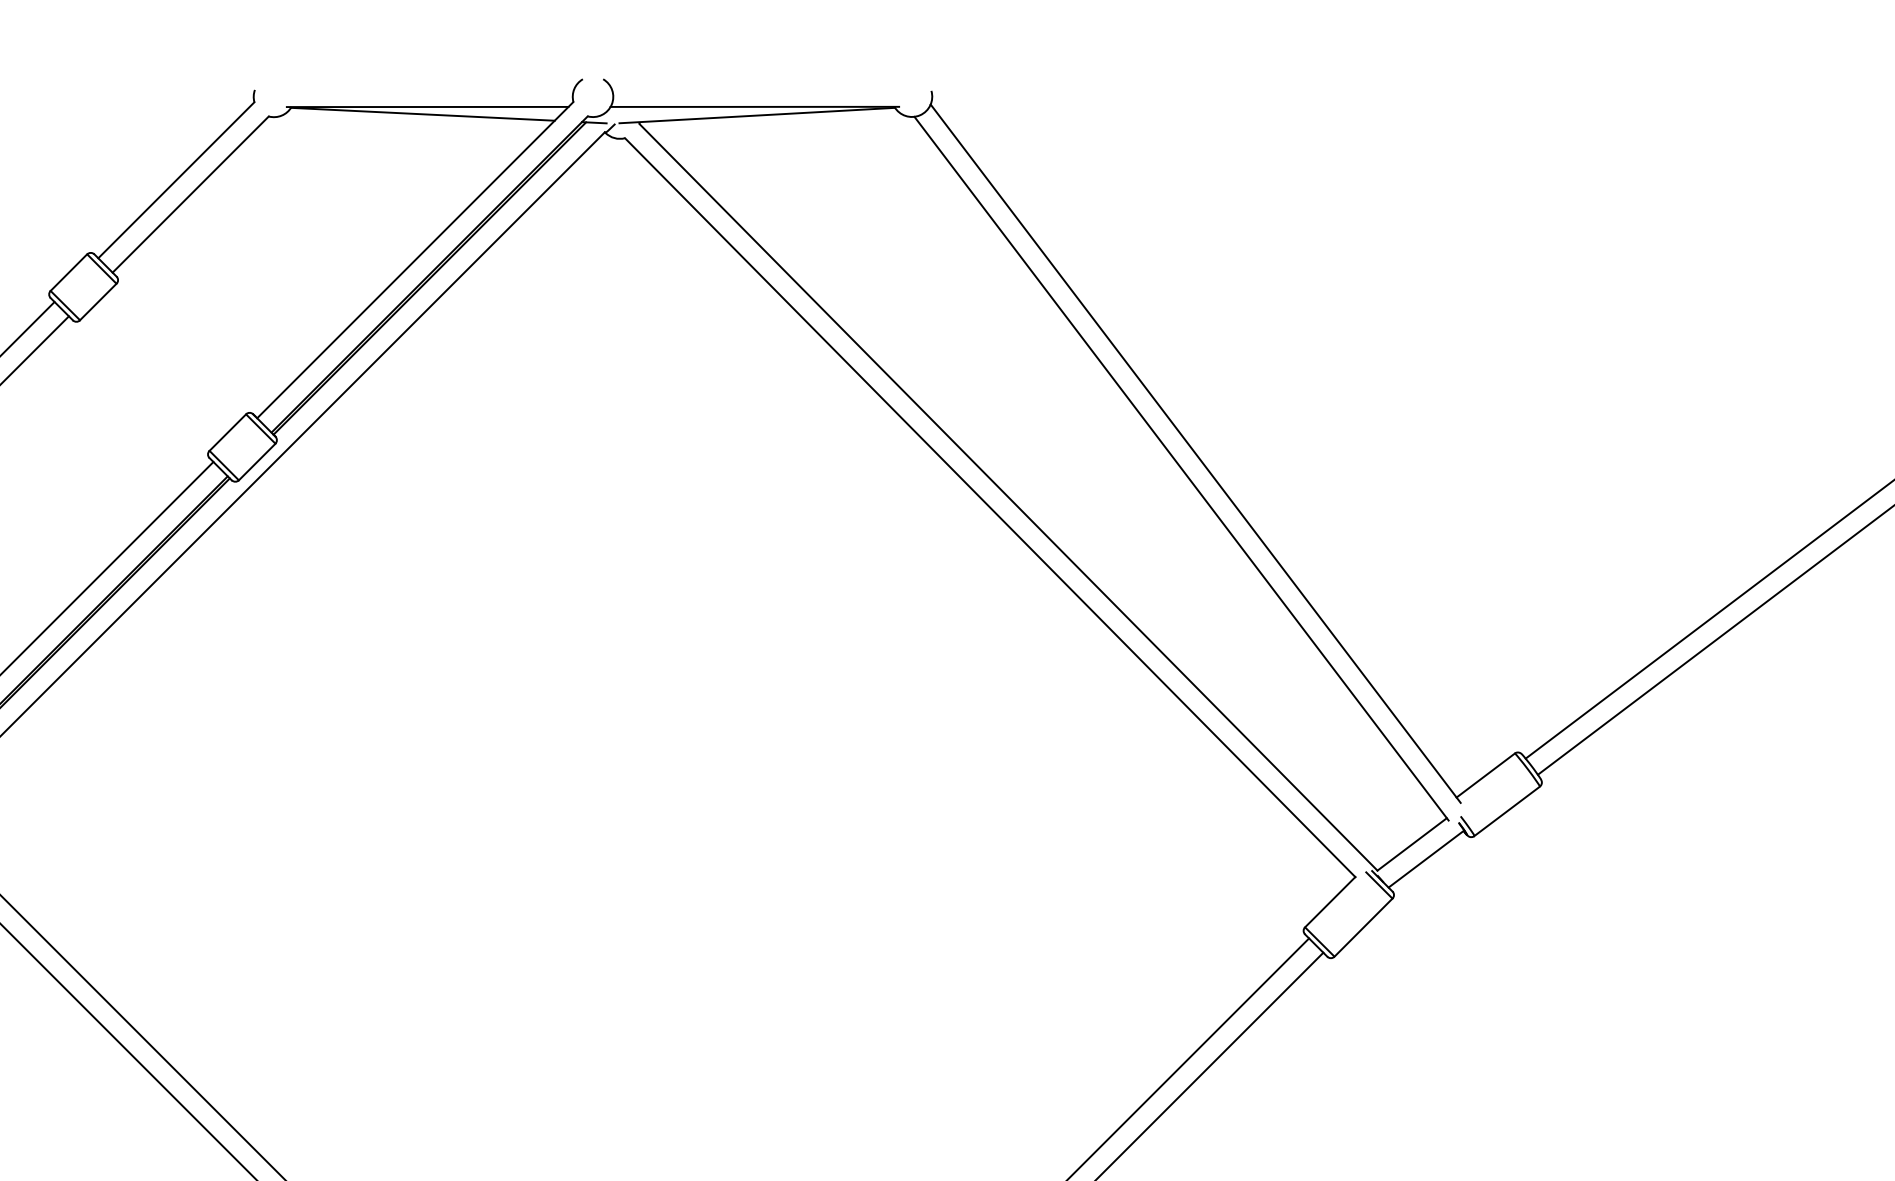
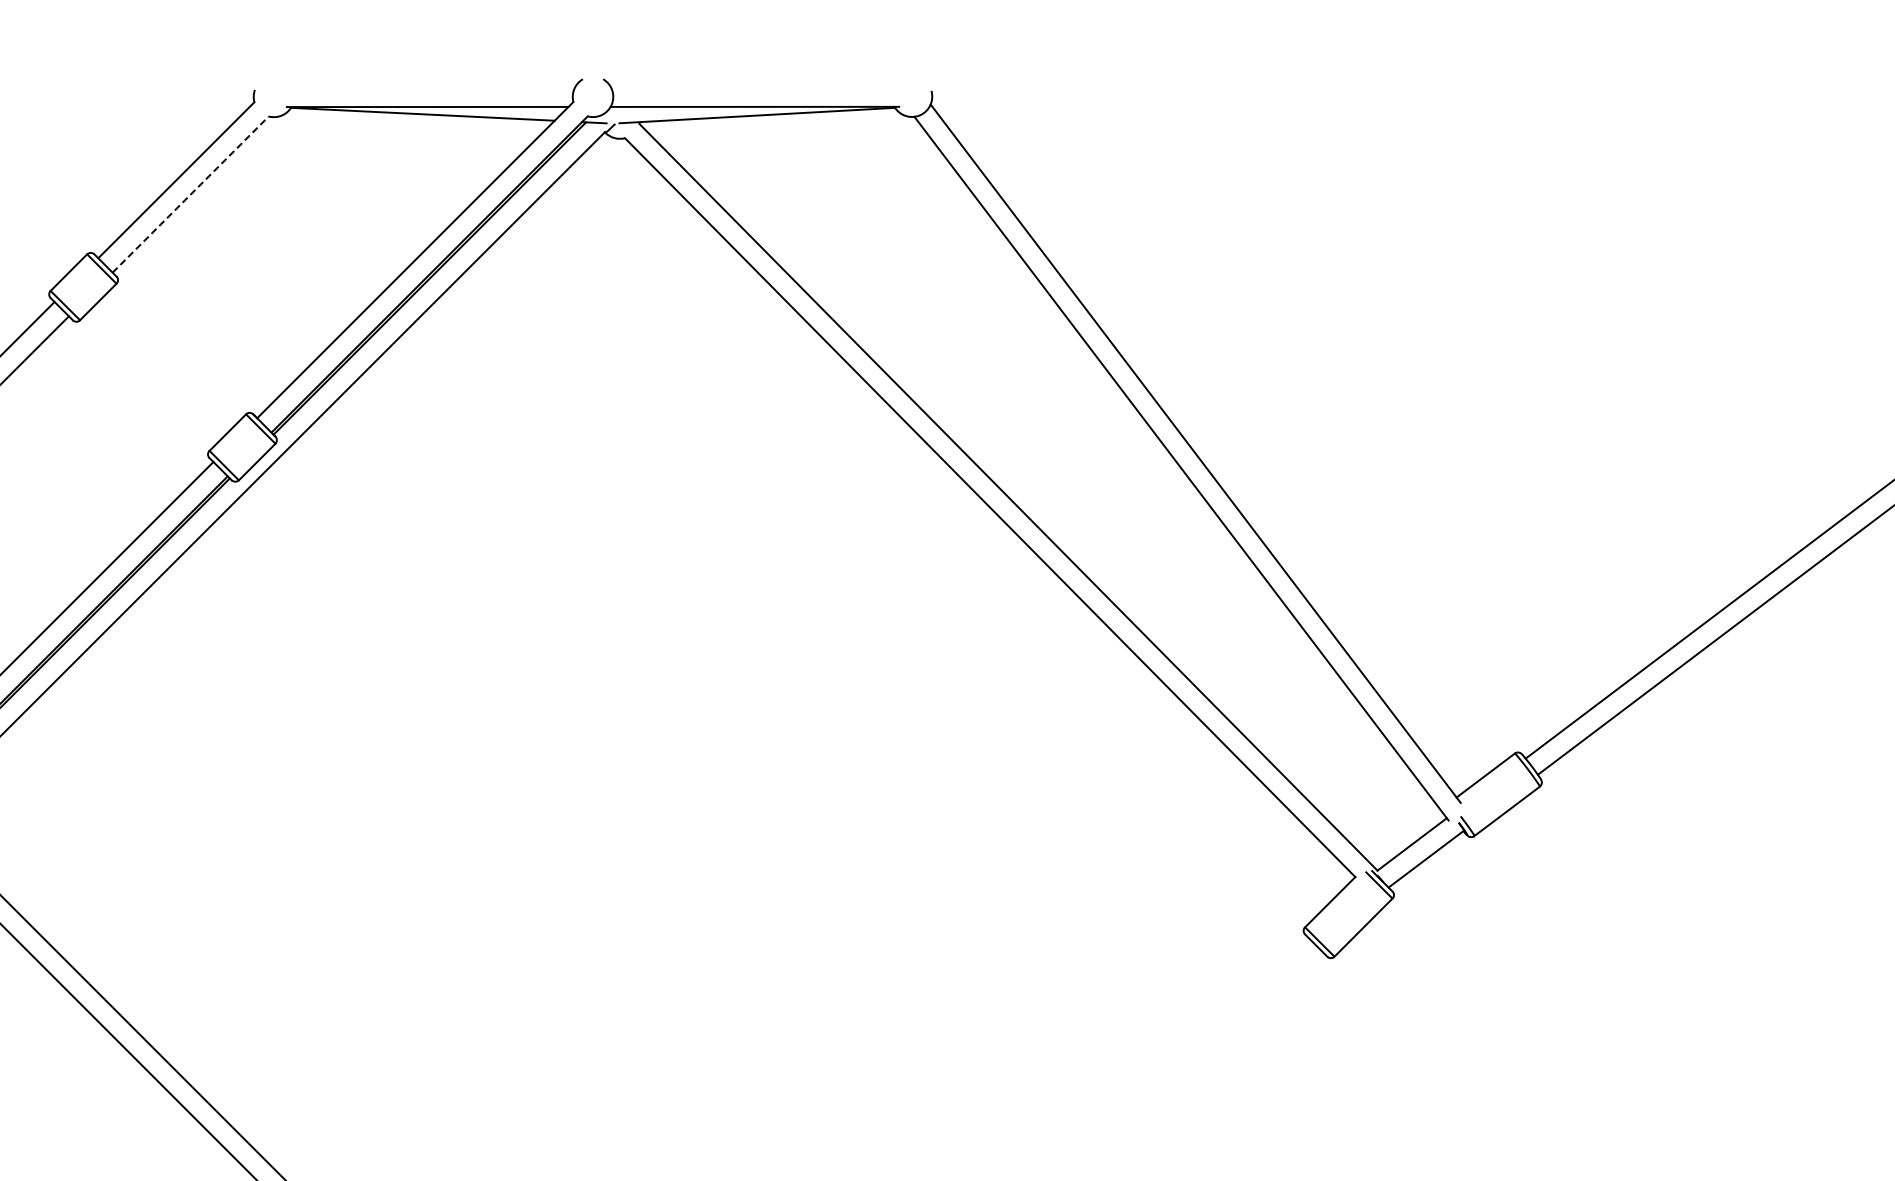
line at (191, 194): solid -> dashed
line at (1189, 1057): present -> none
line at (1210, 1064): present -> none
